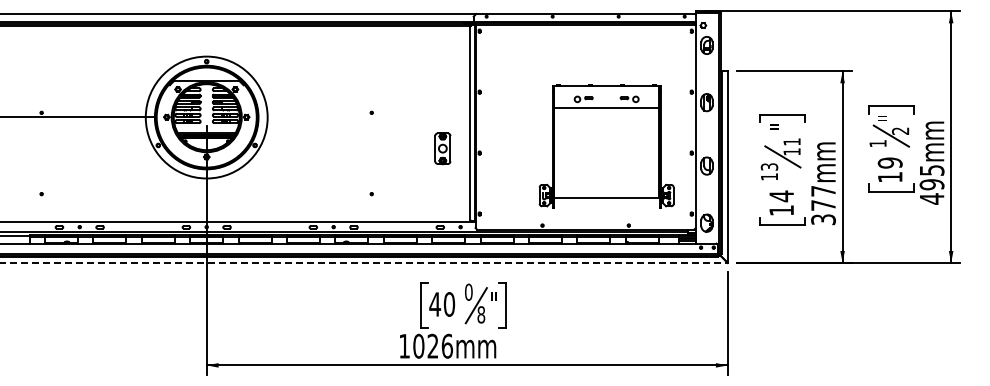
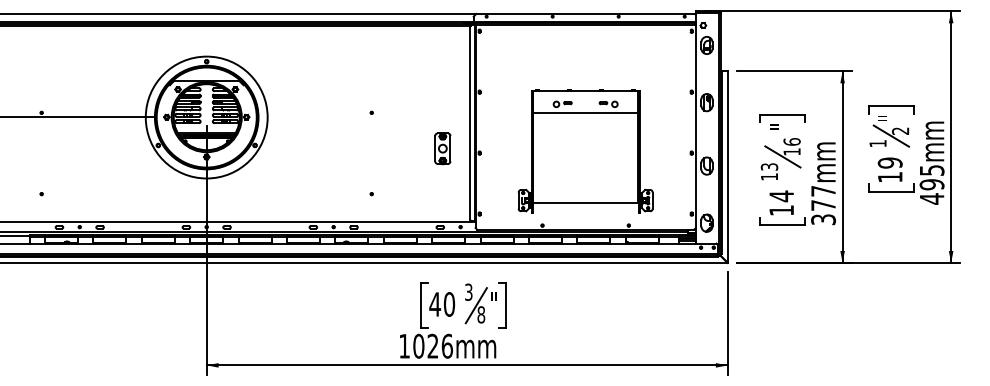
text at (791, 141): 11 -> 16
part at (606, 146) position: (606, 146) -> (585, 151)
line at (364, 262): dashed -> solid
text at (468, 291): 0 -> 3
